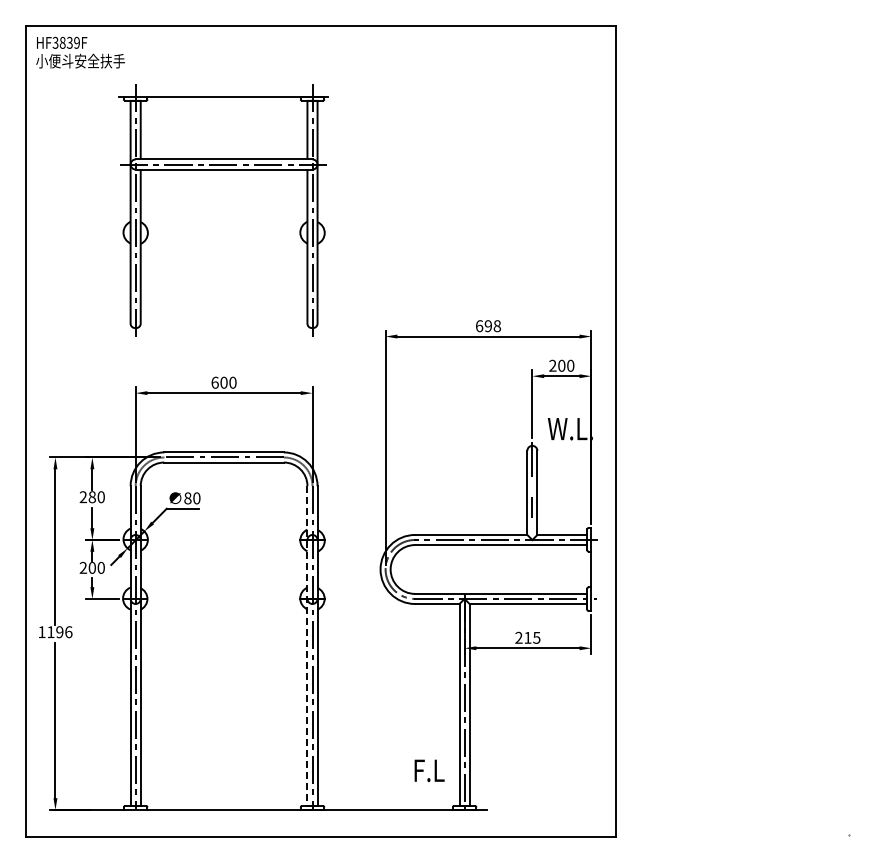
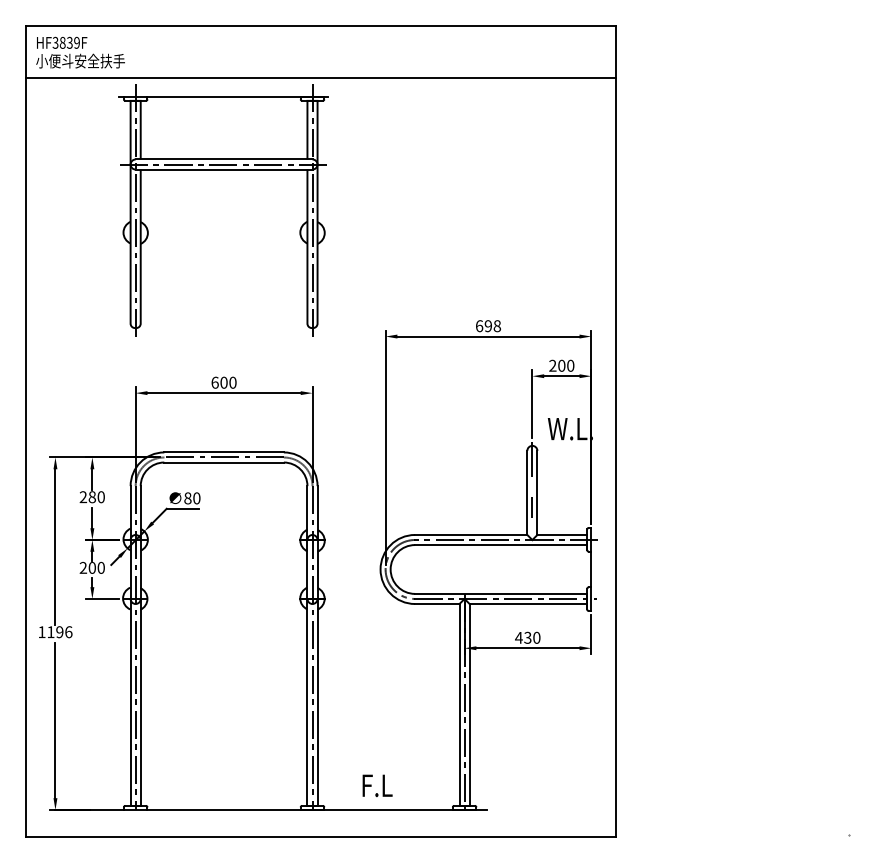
line at (320, 77): none -> present
text at (527, 637): 215 -> 430
line at (307, 646): dashed -> solid
text at (429, 770) position: (429, 770) -> (377, 785)
